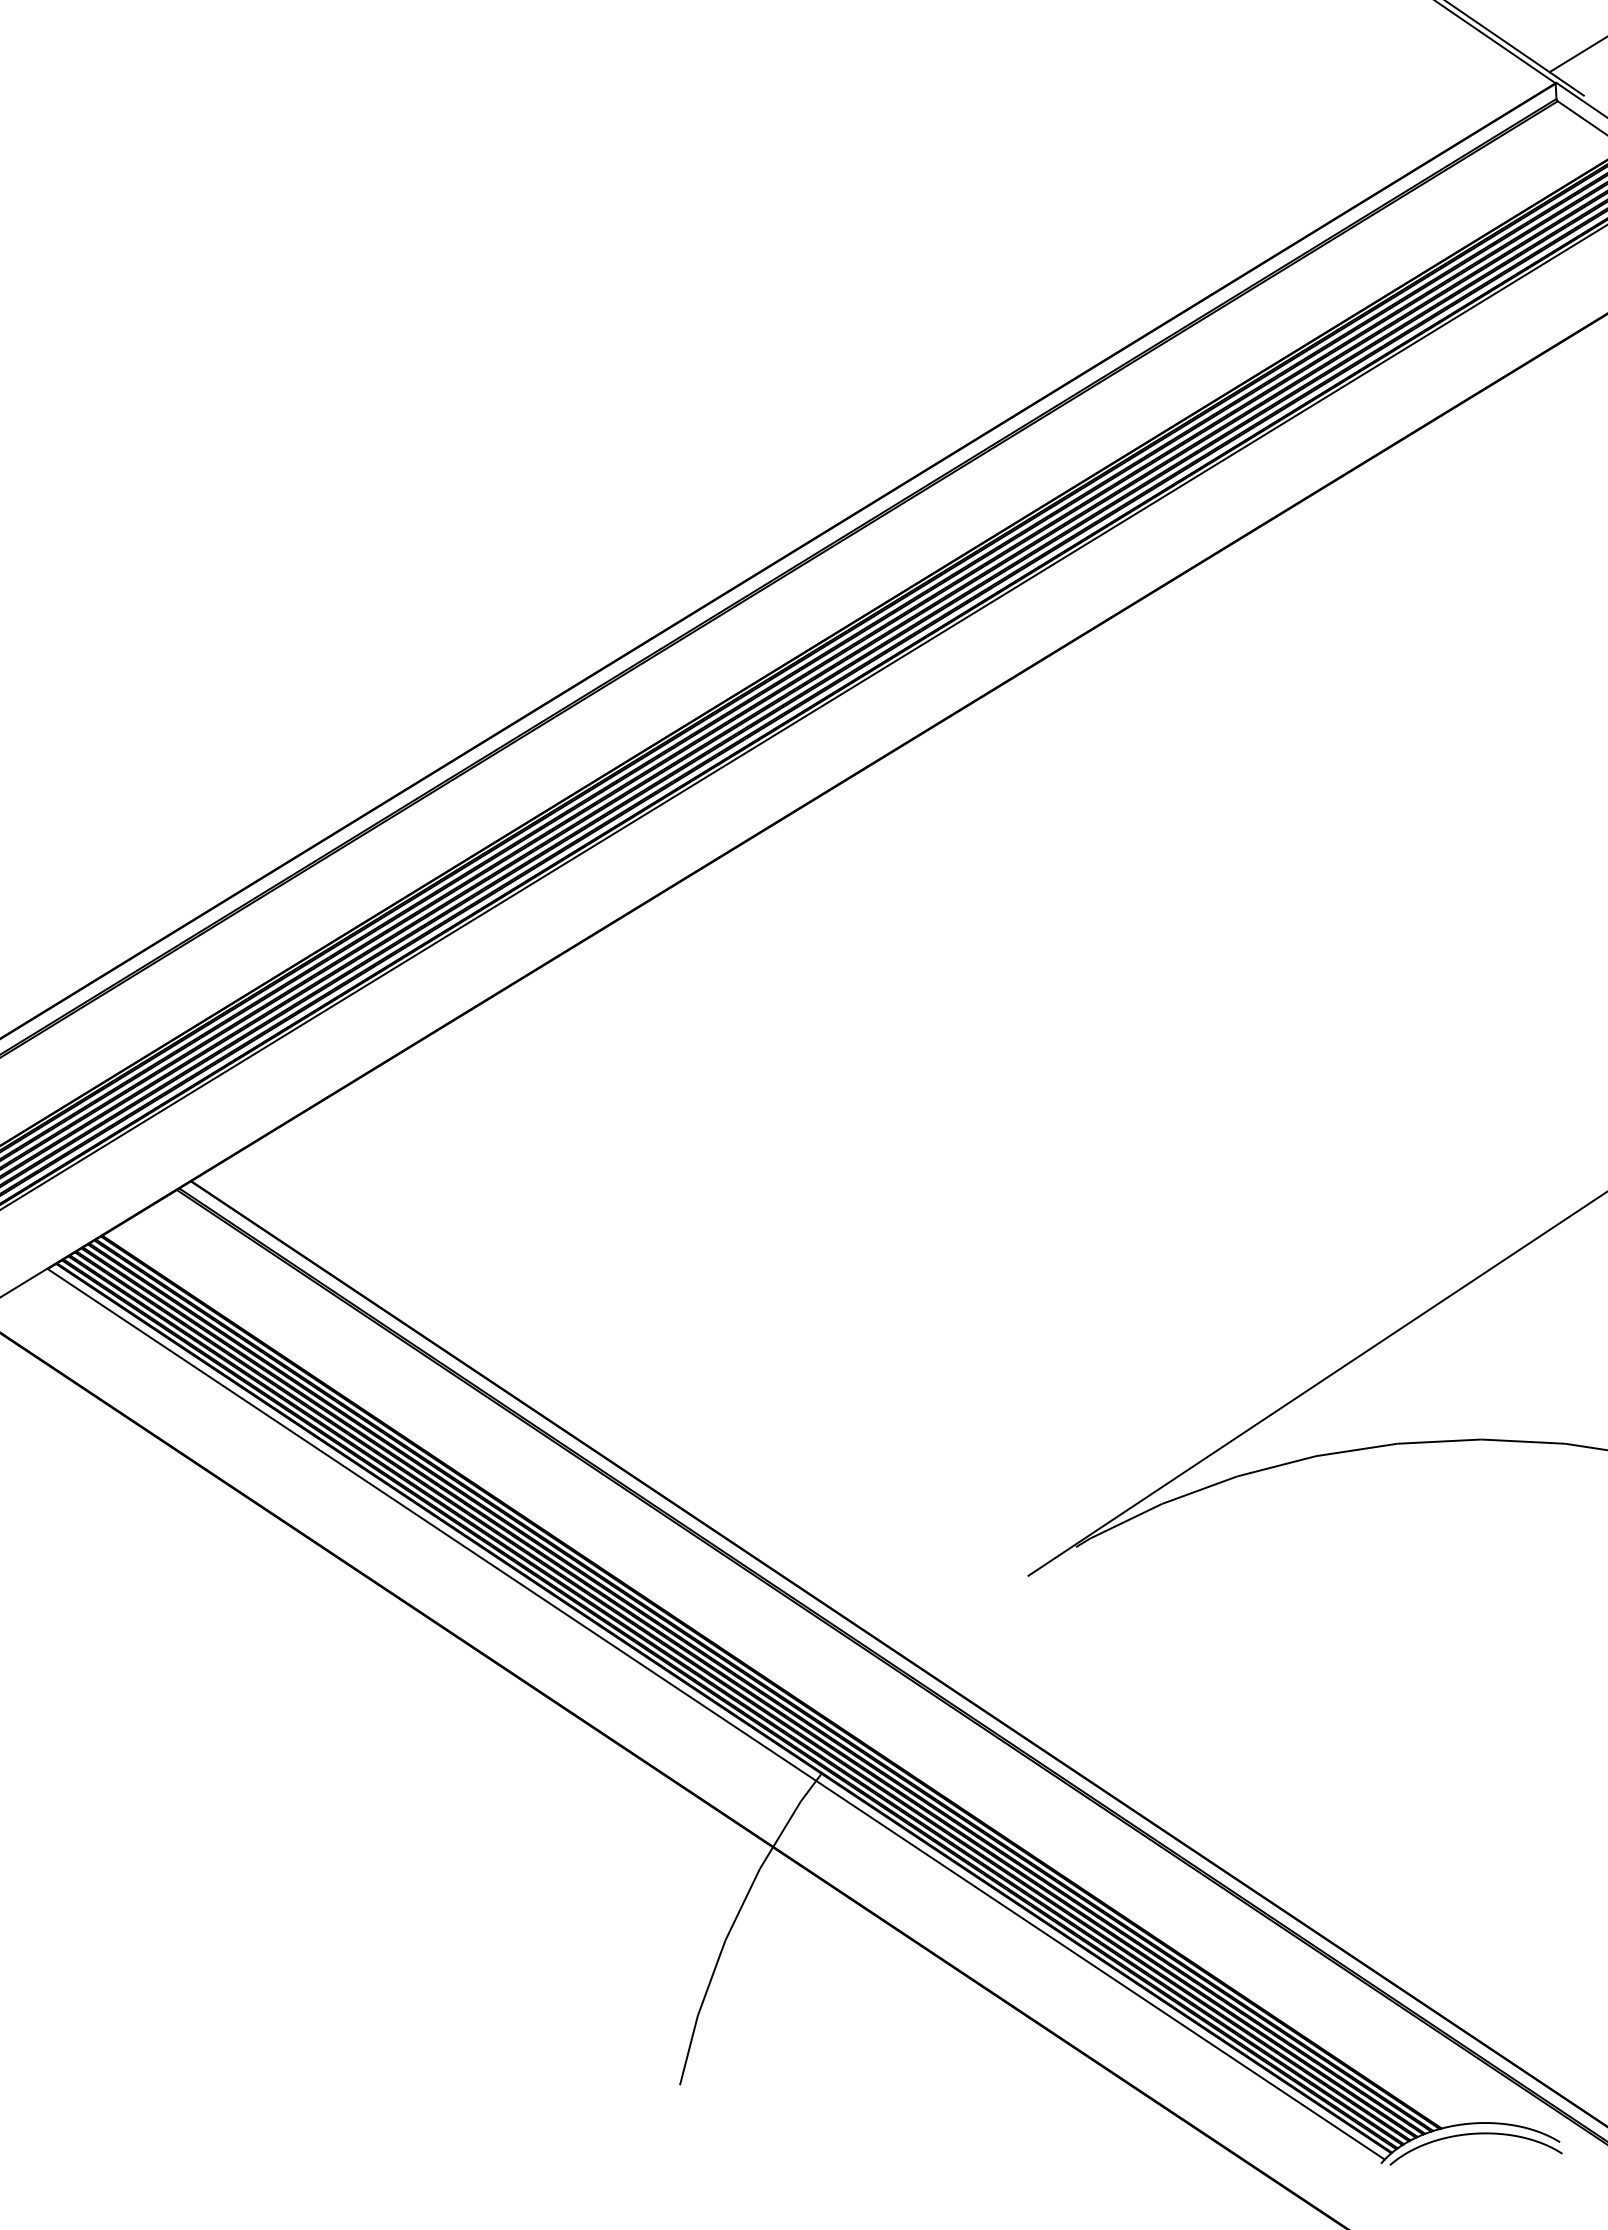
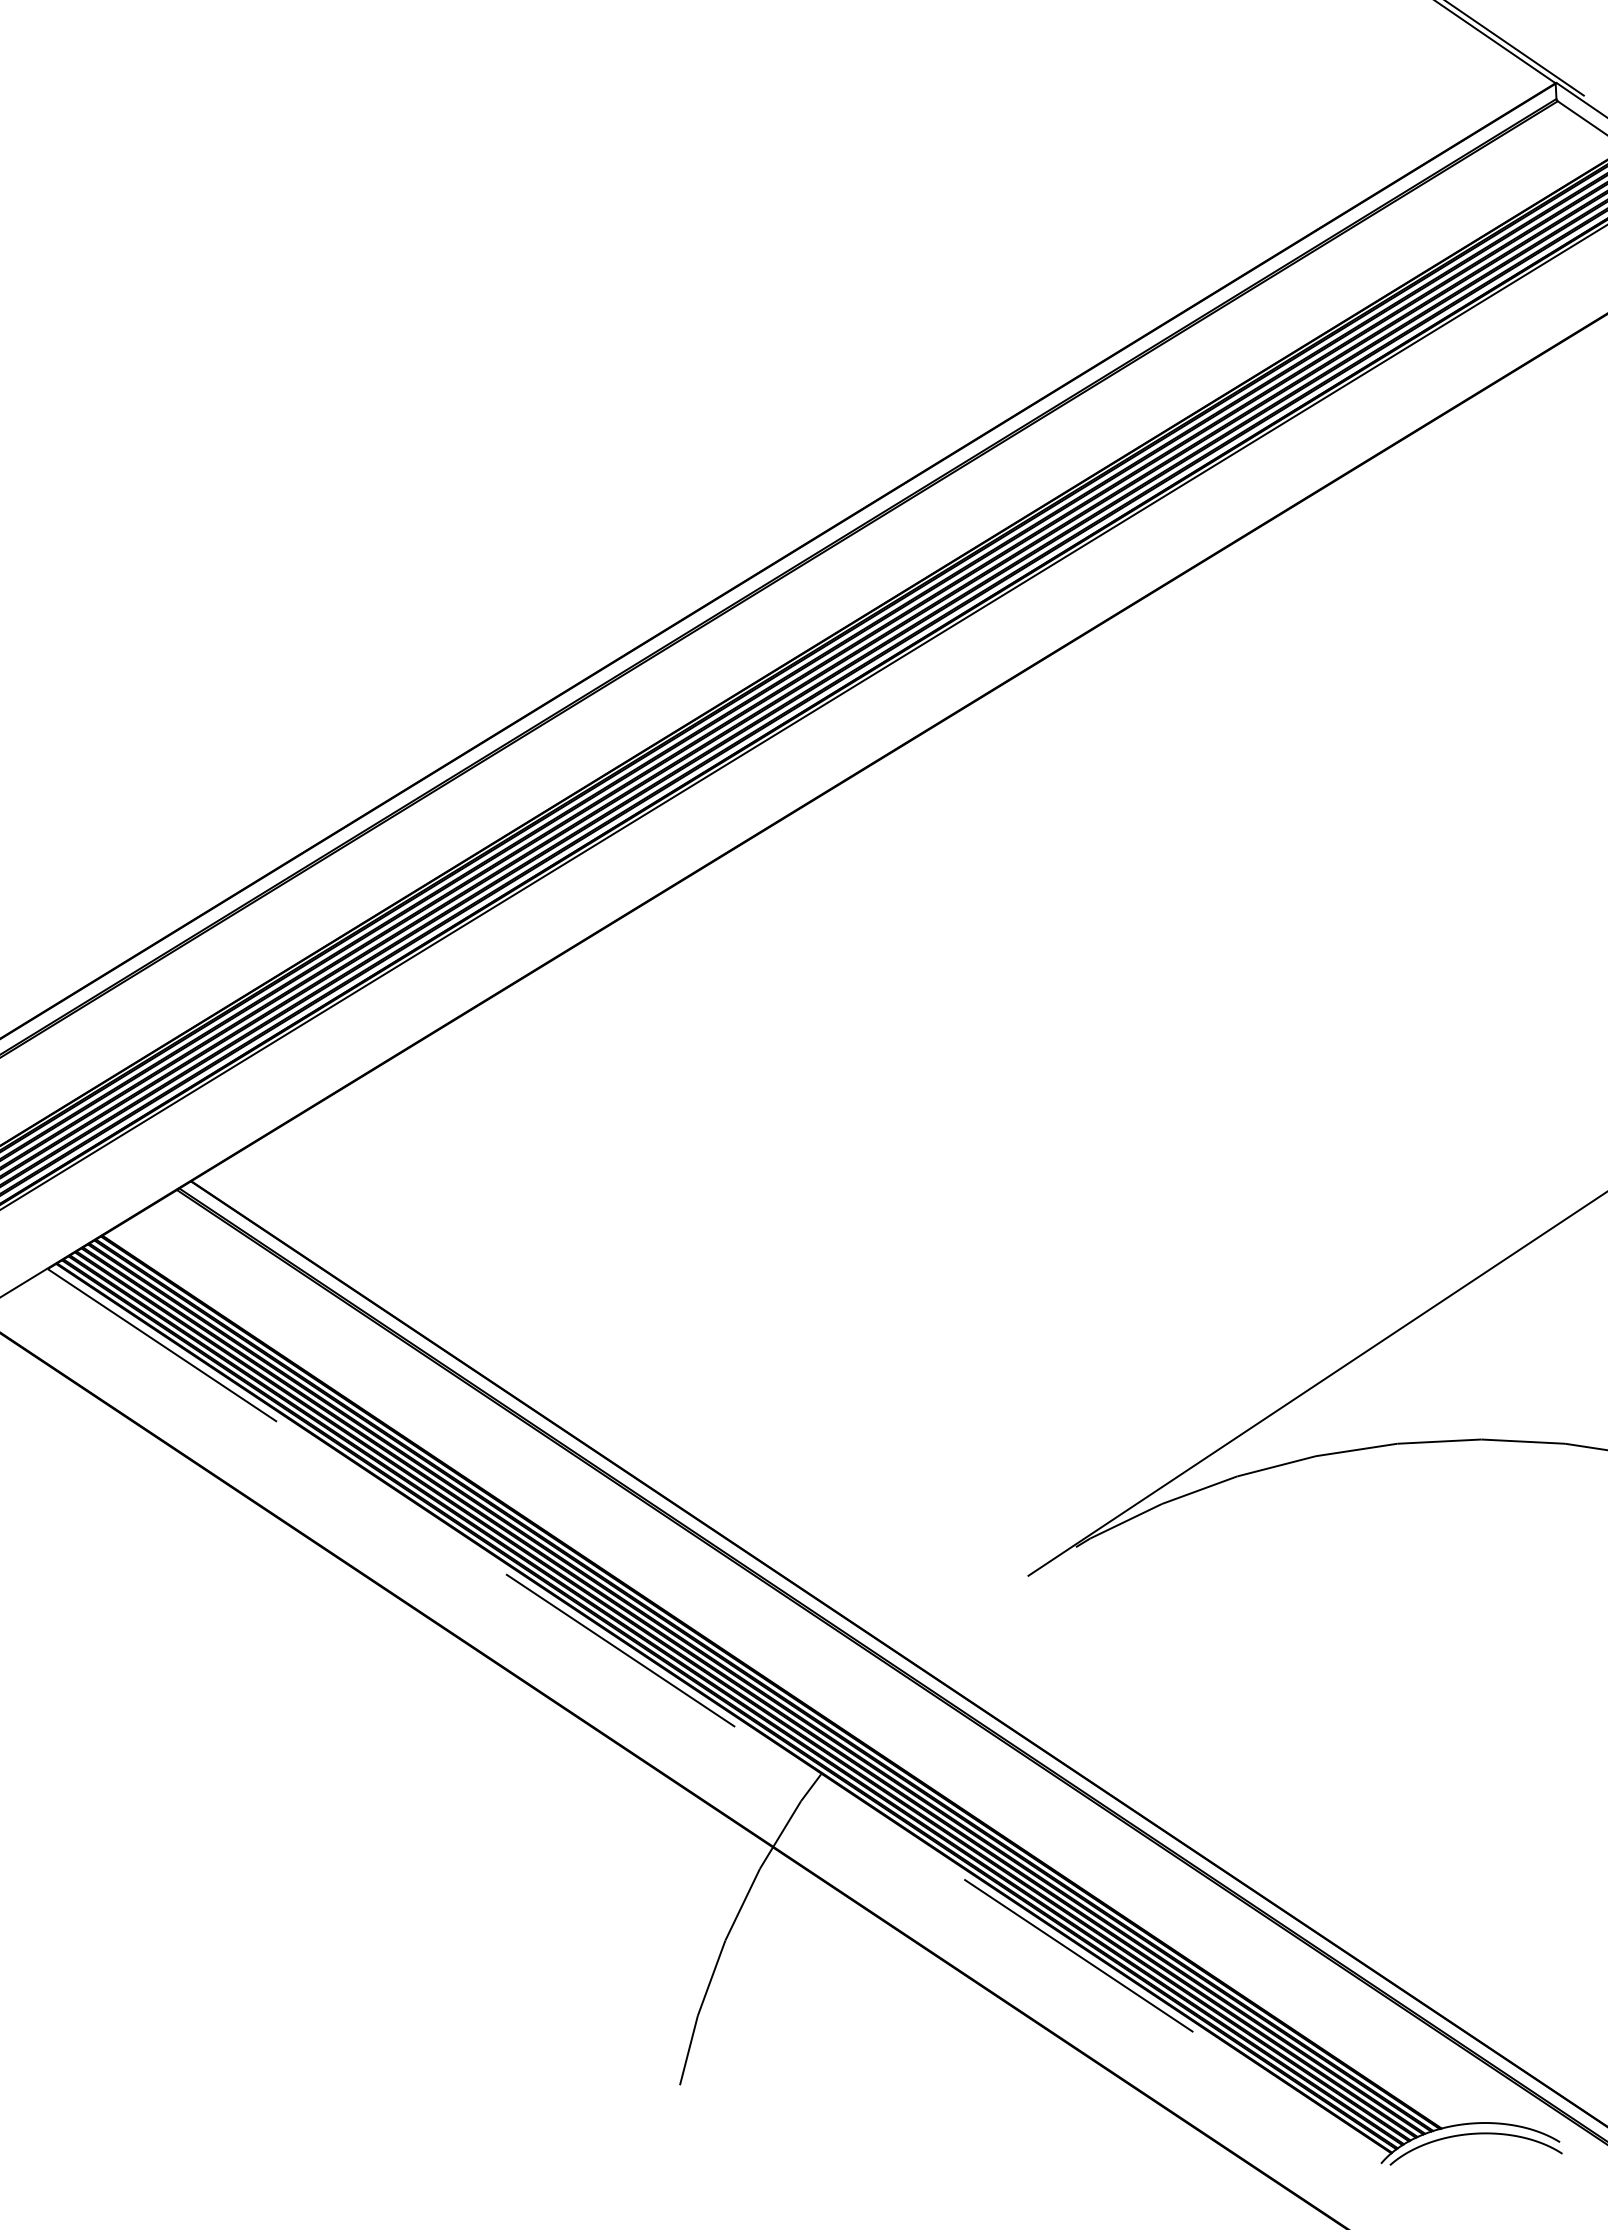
line at (1576, 55): present -> none
line at (716, 1714): solid -> dashed
